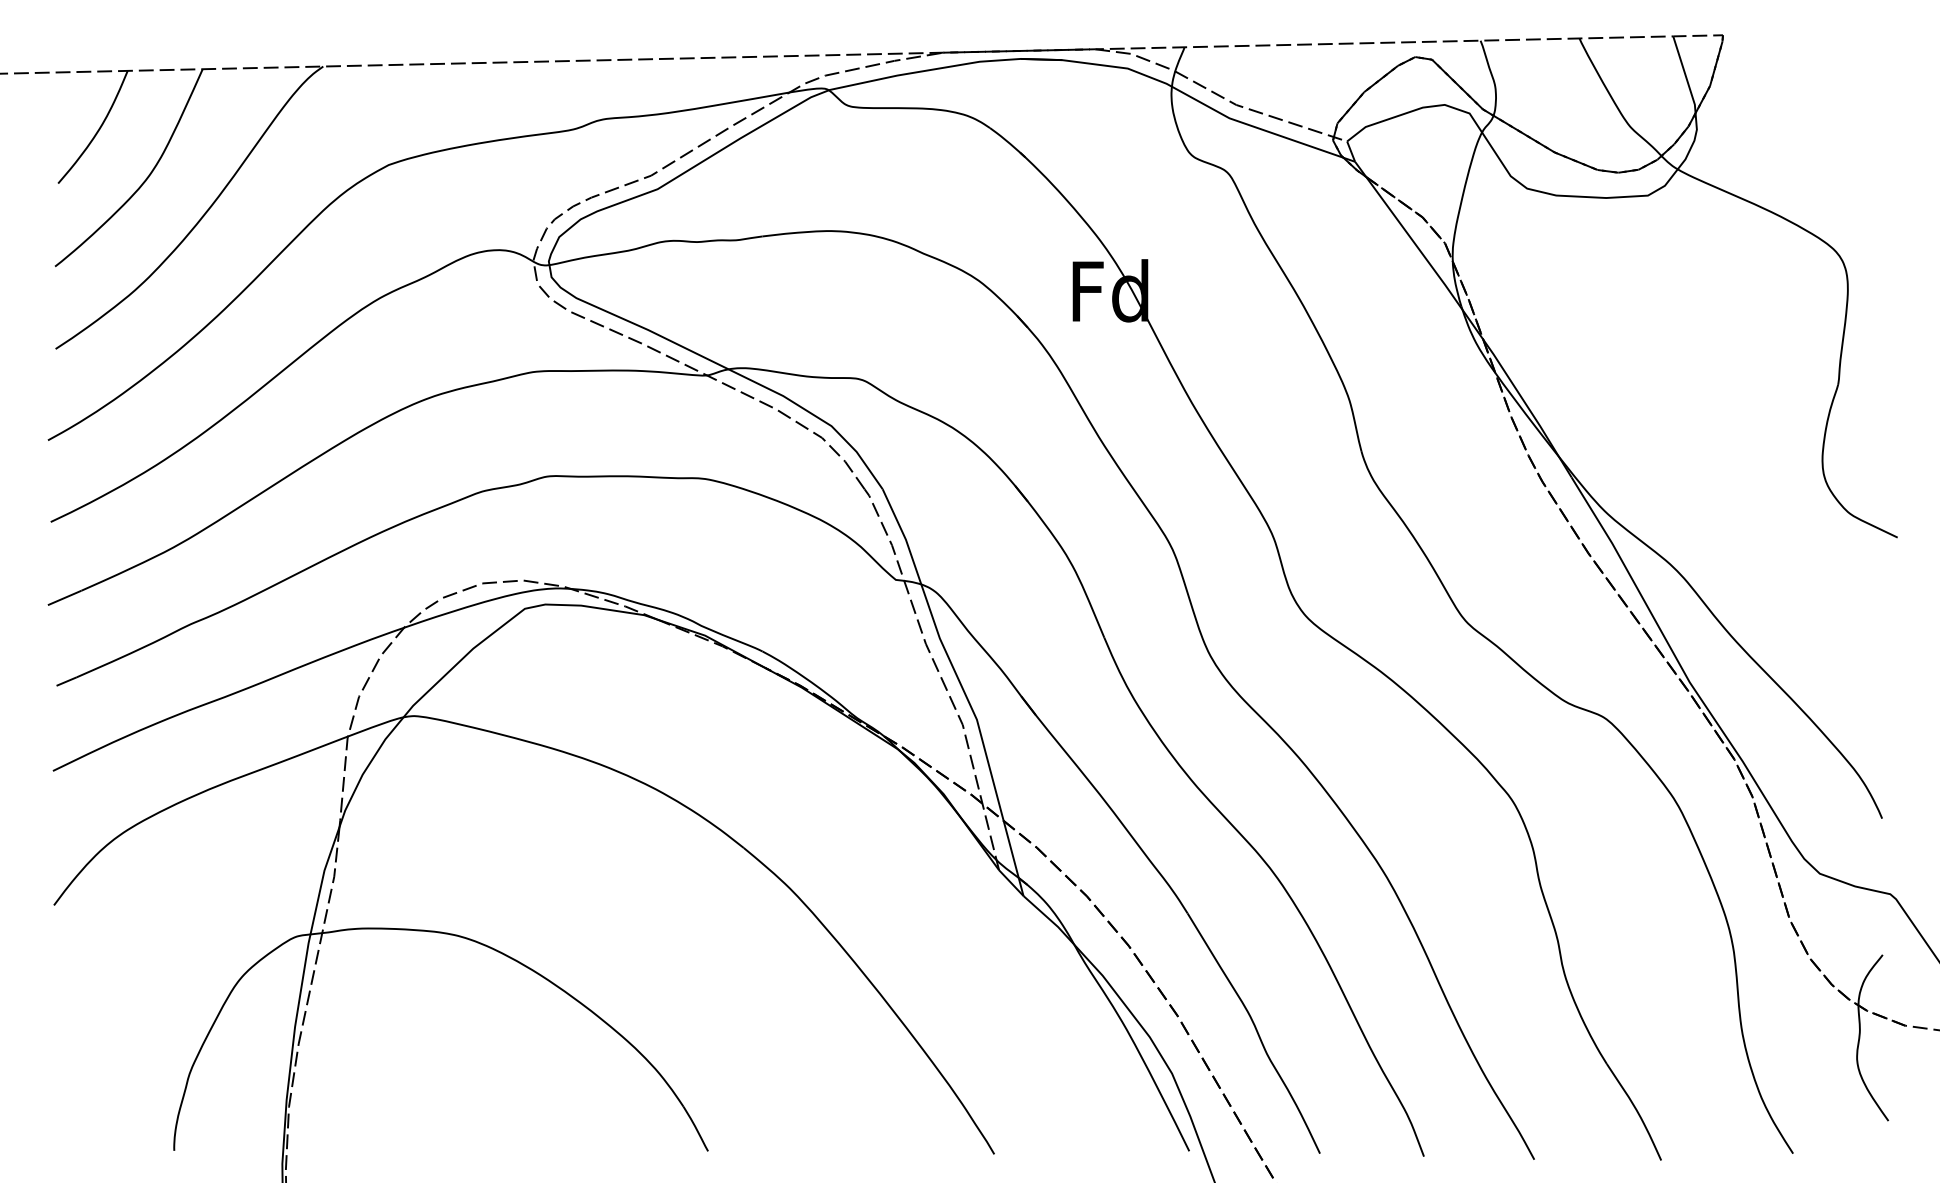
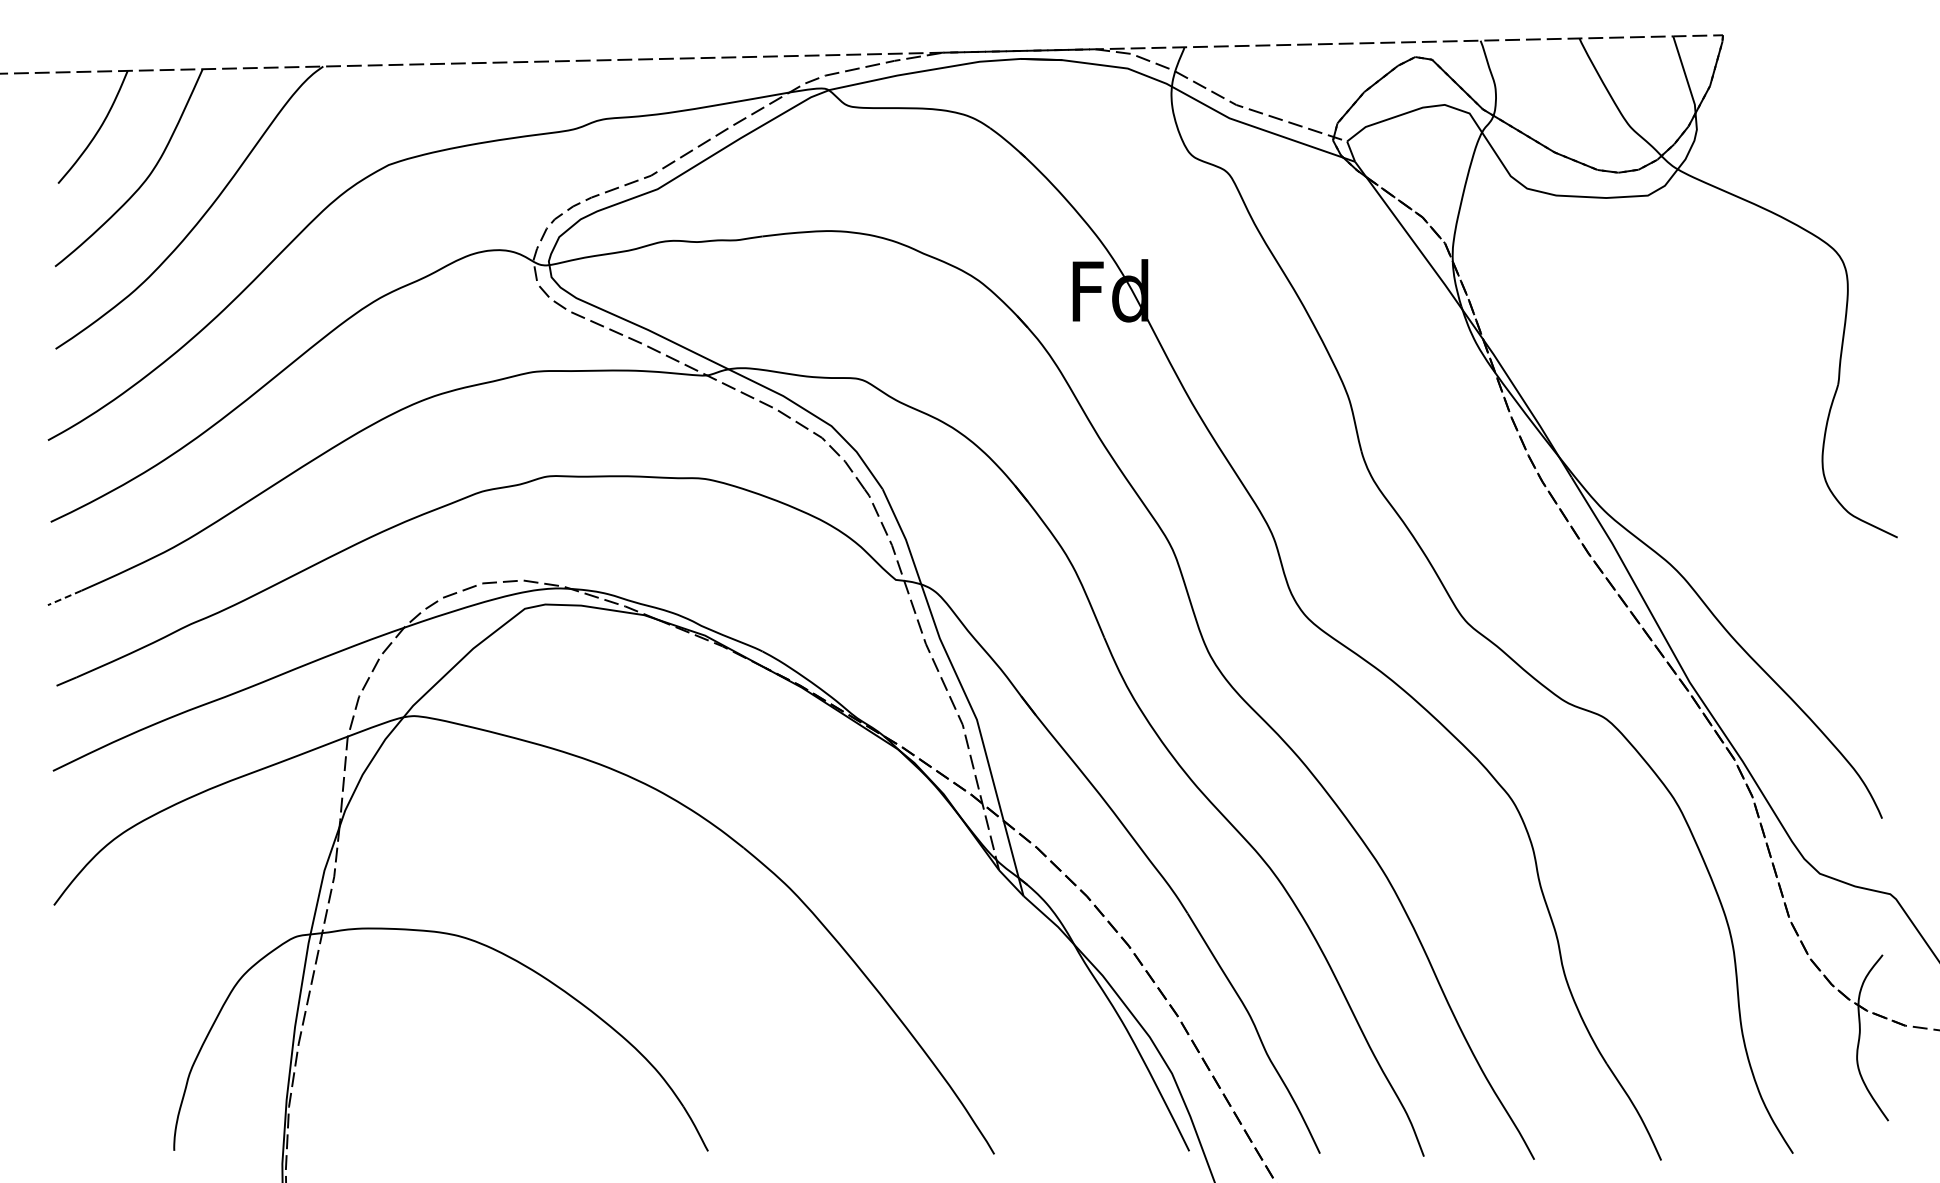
line at (64, 598): solid -> dashed
